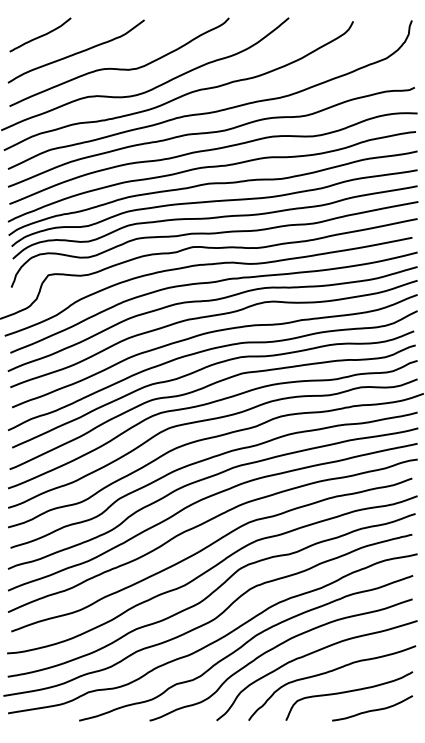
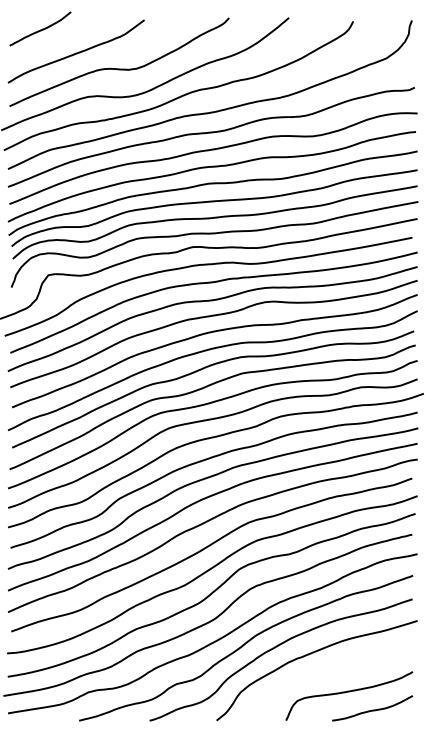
curve at (40, 35) position: (40, 35) -> (40, 29)
curve at (330, 672): present -> none
